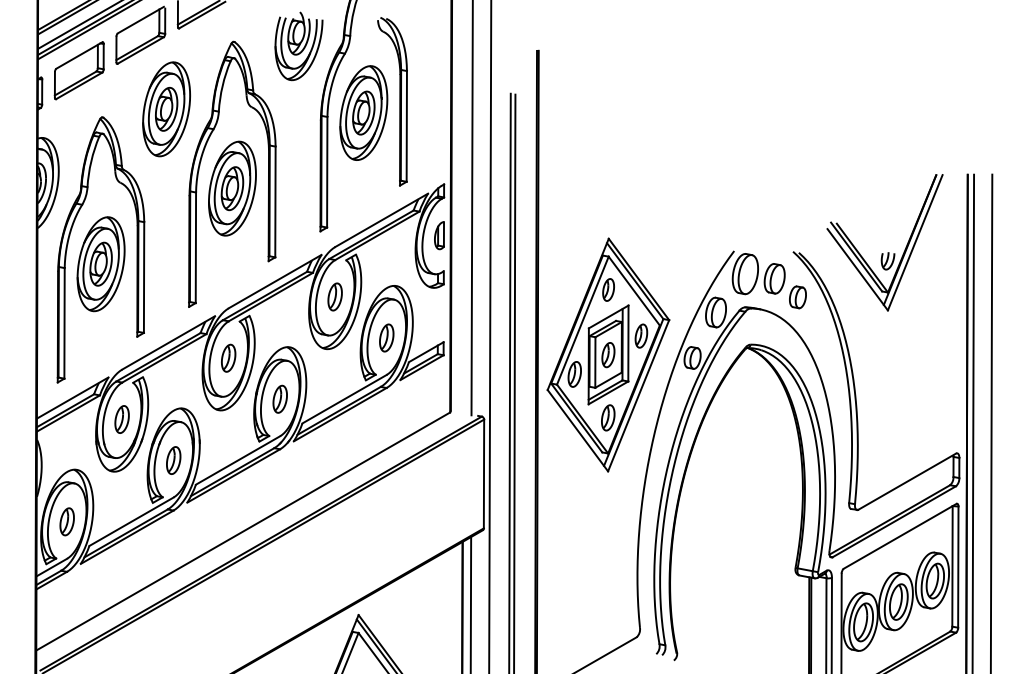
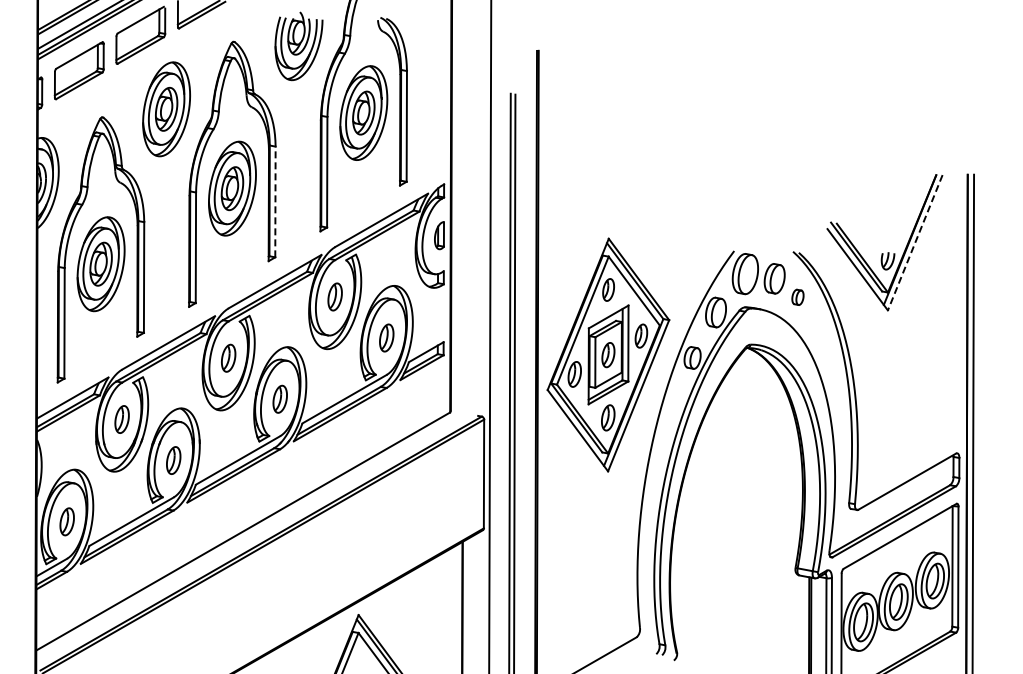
line at (275, 201): solid -> dashed
line at (471, 208): present -> none
line at (915, 242): solid -> dashed
part at (797, 297) size: 18x25 px -> 14x18 px
line at (991, 422): present -> none
line at (470, 603): present -> none
